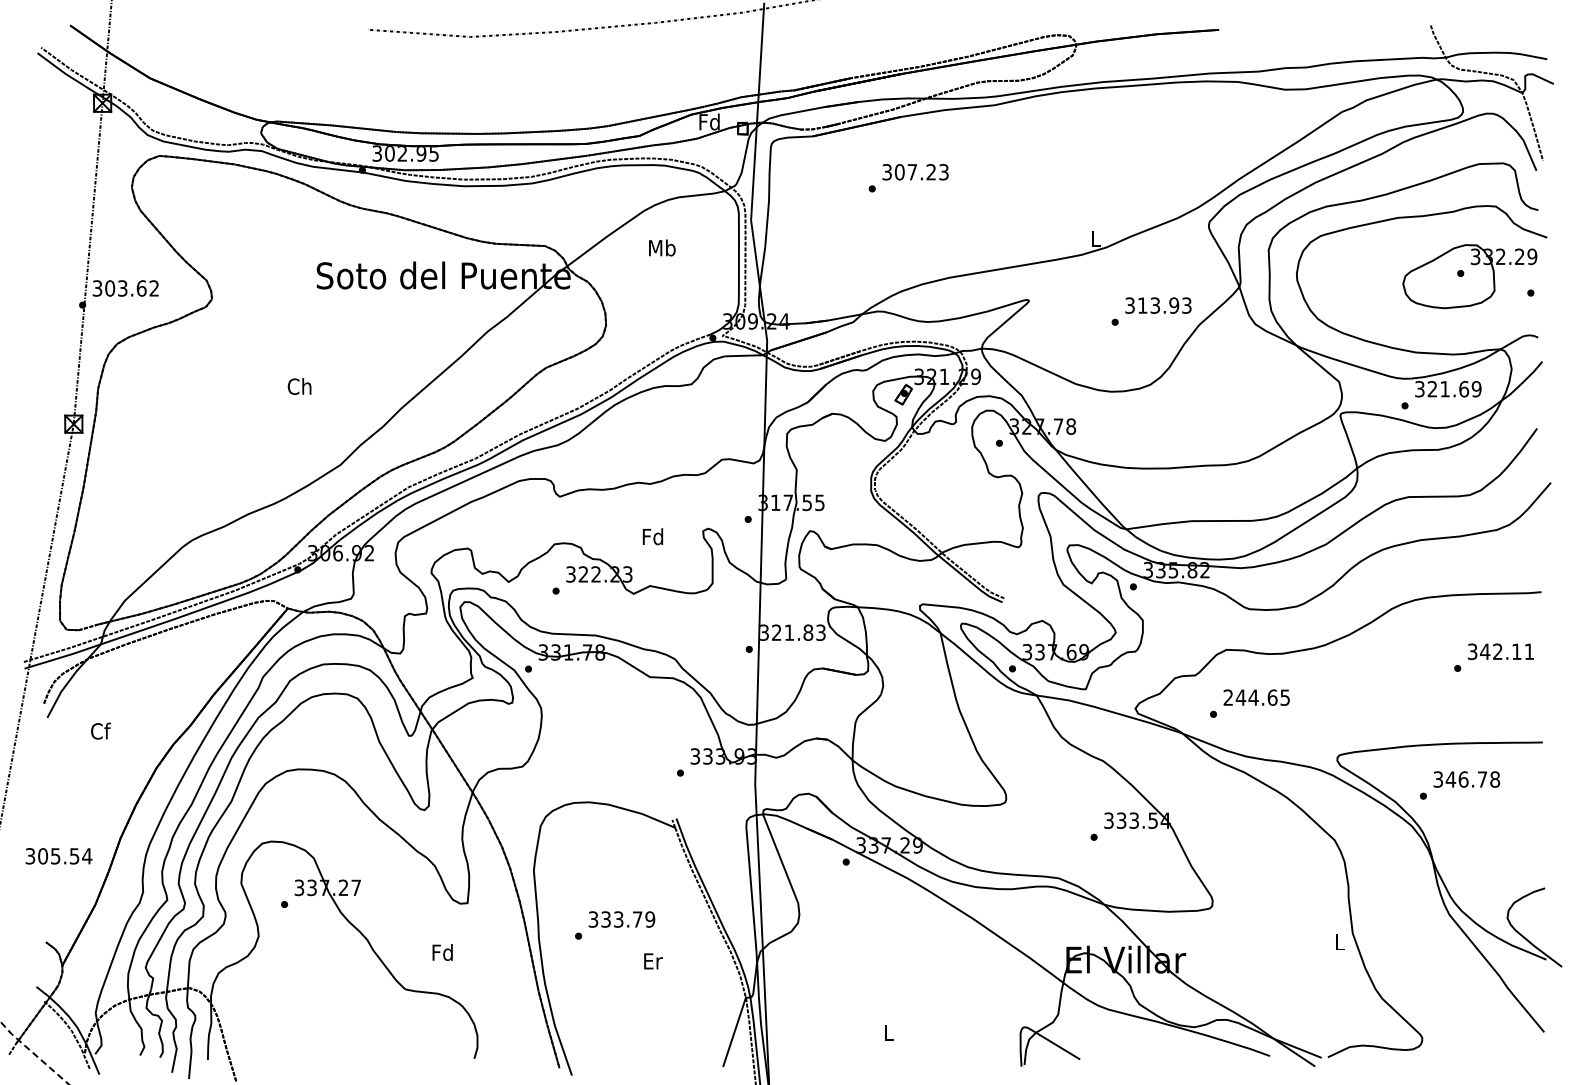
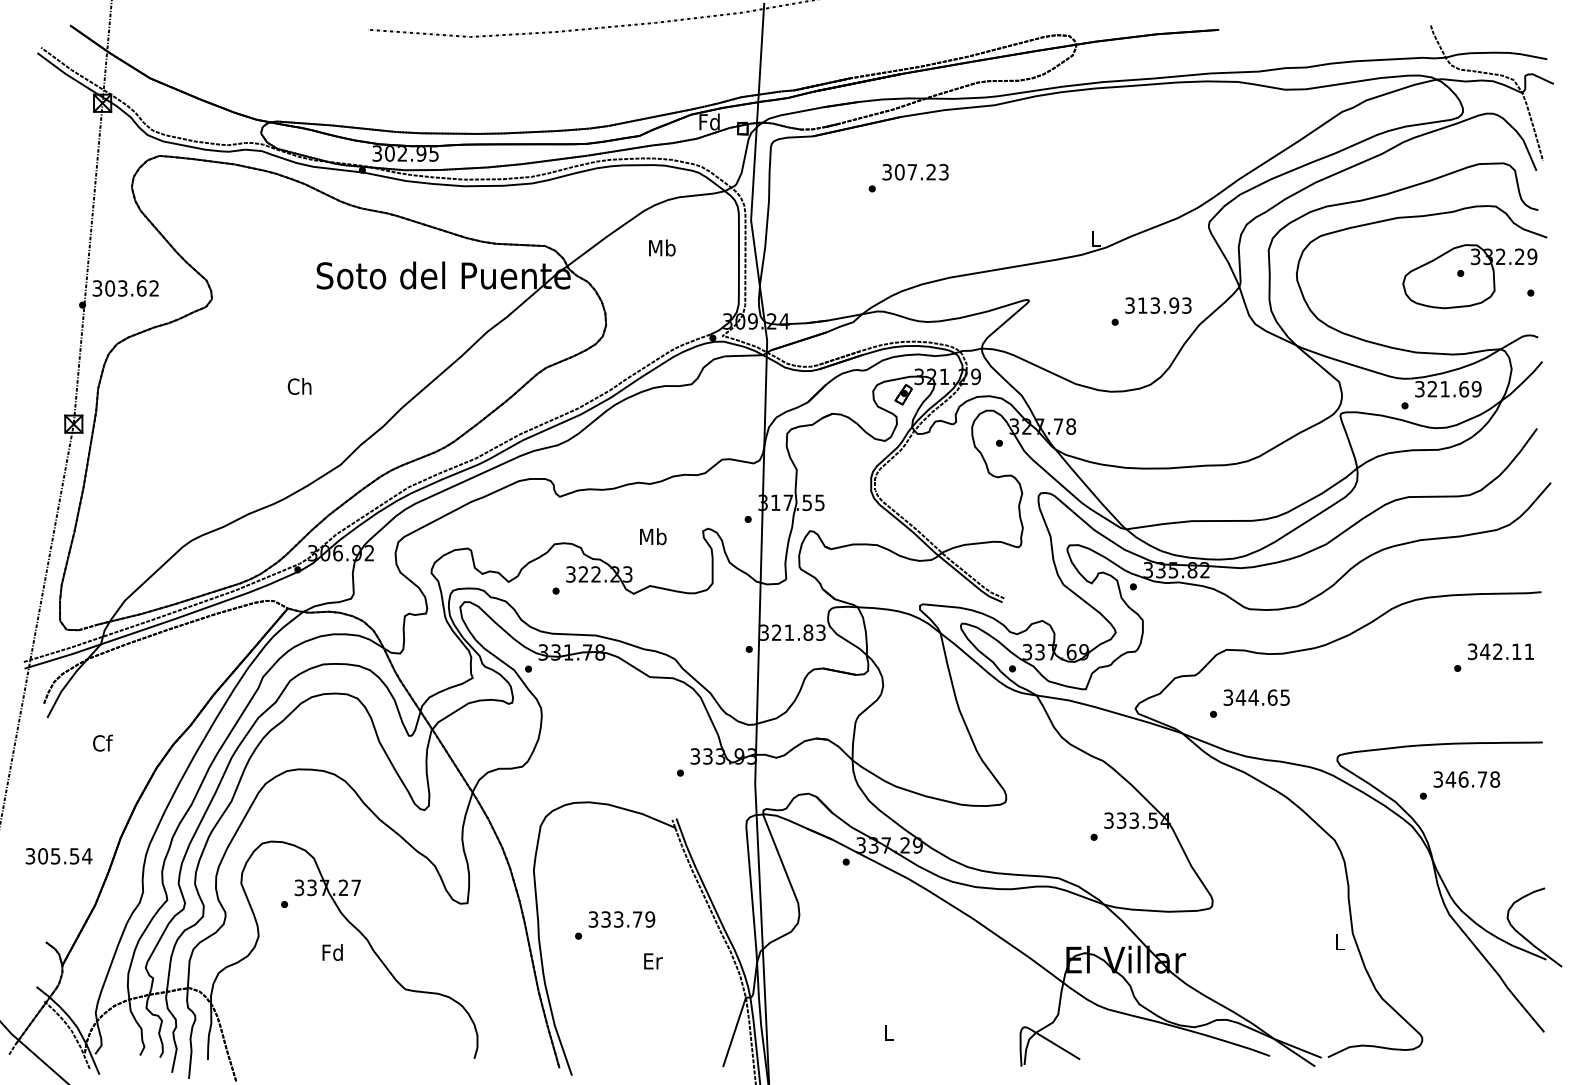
text at (653, 536): Fd -> Mb
text at (1228, 697): 244.65 -> 344.65
text at (101, 730) position: (101, 730) -> (103, 742)
text at (442, 952) position: (442, 952) -> (332, 952)
line at (33, 1053): dashed -> solid
